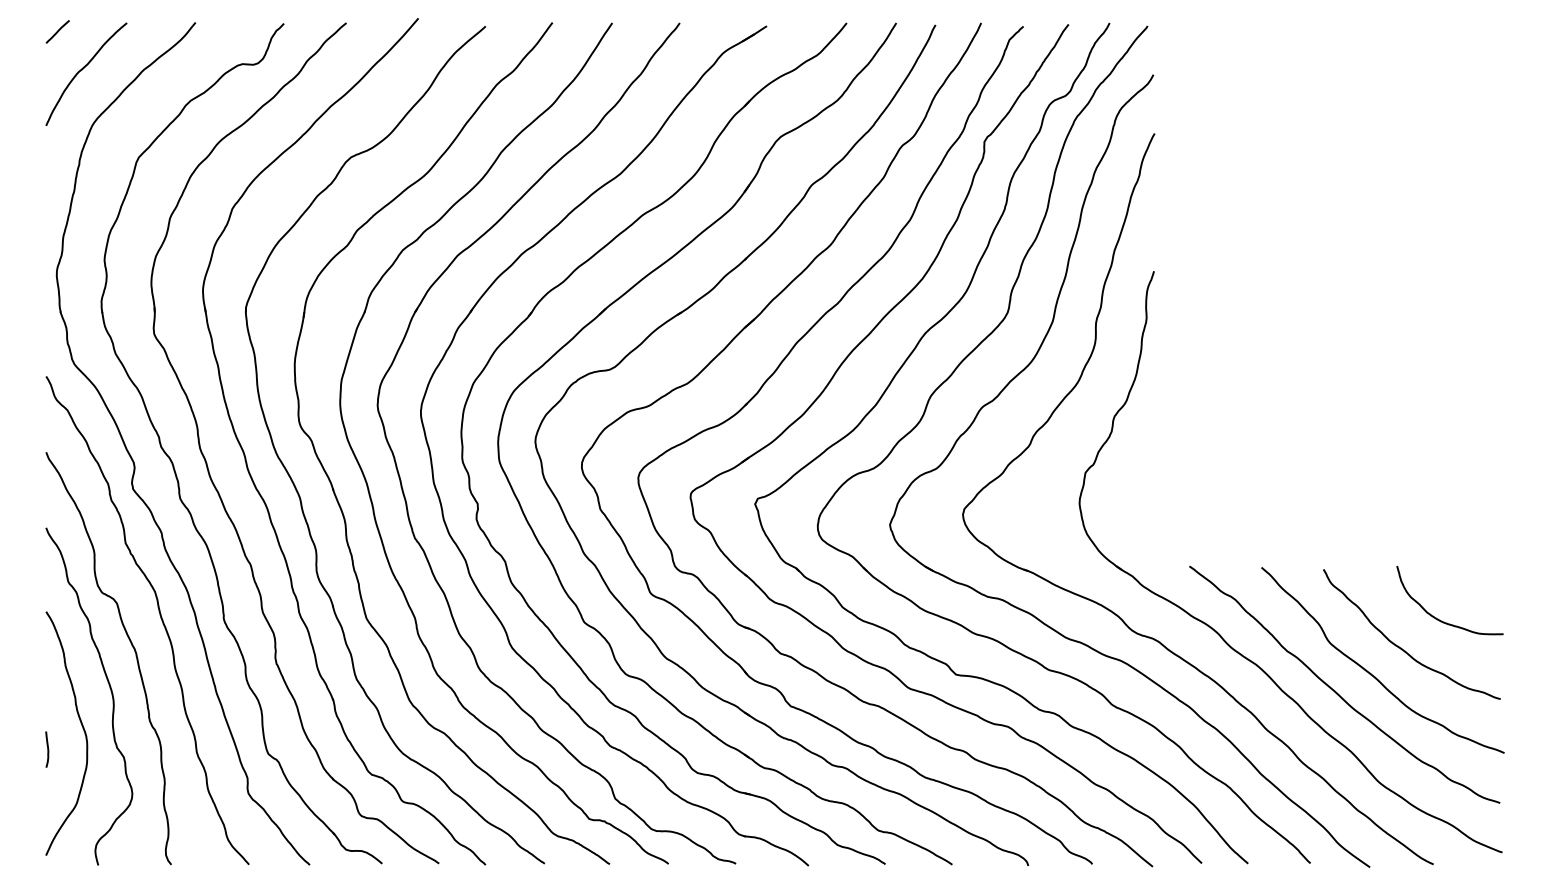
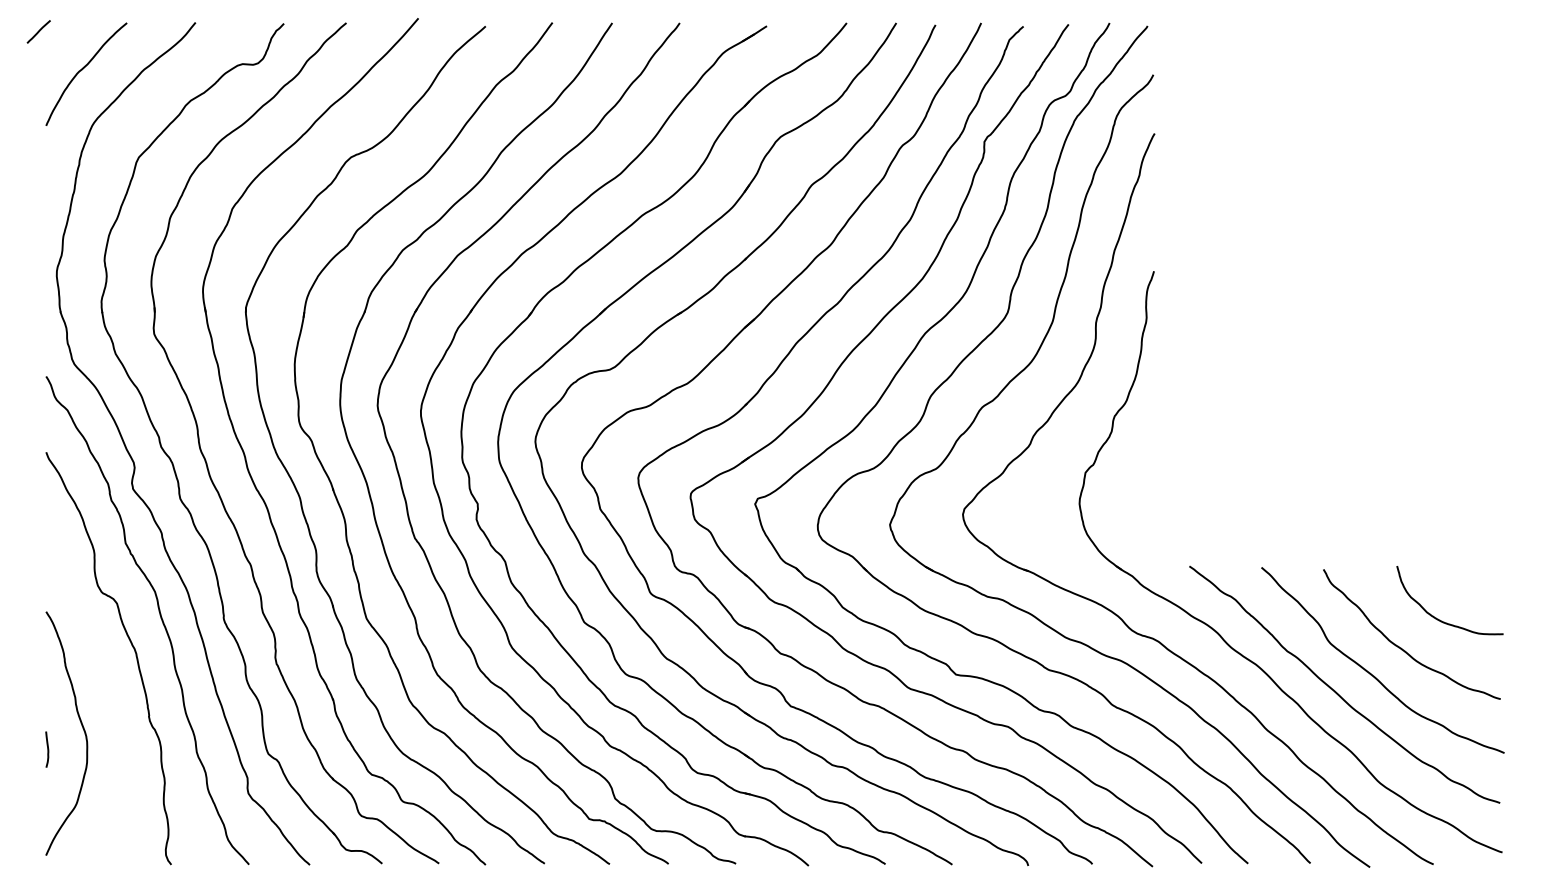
line at (57, 31) position: (57, 31) -> (38, 31)
curve at (109, 688): present -> none
